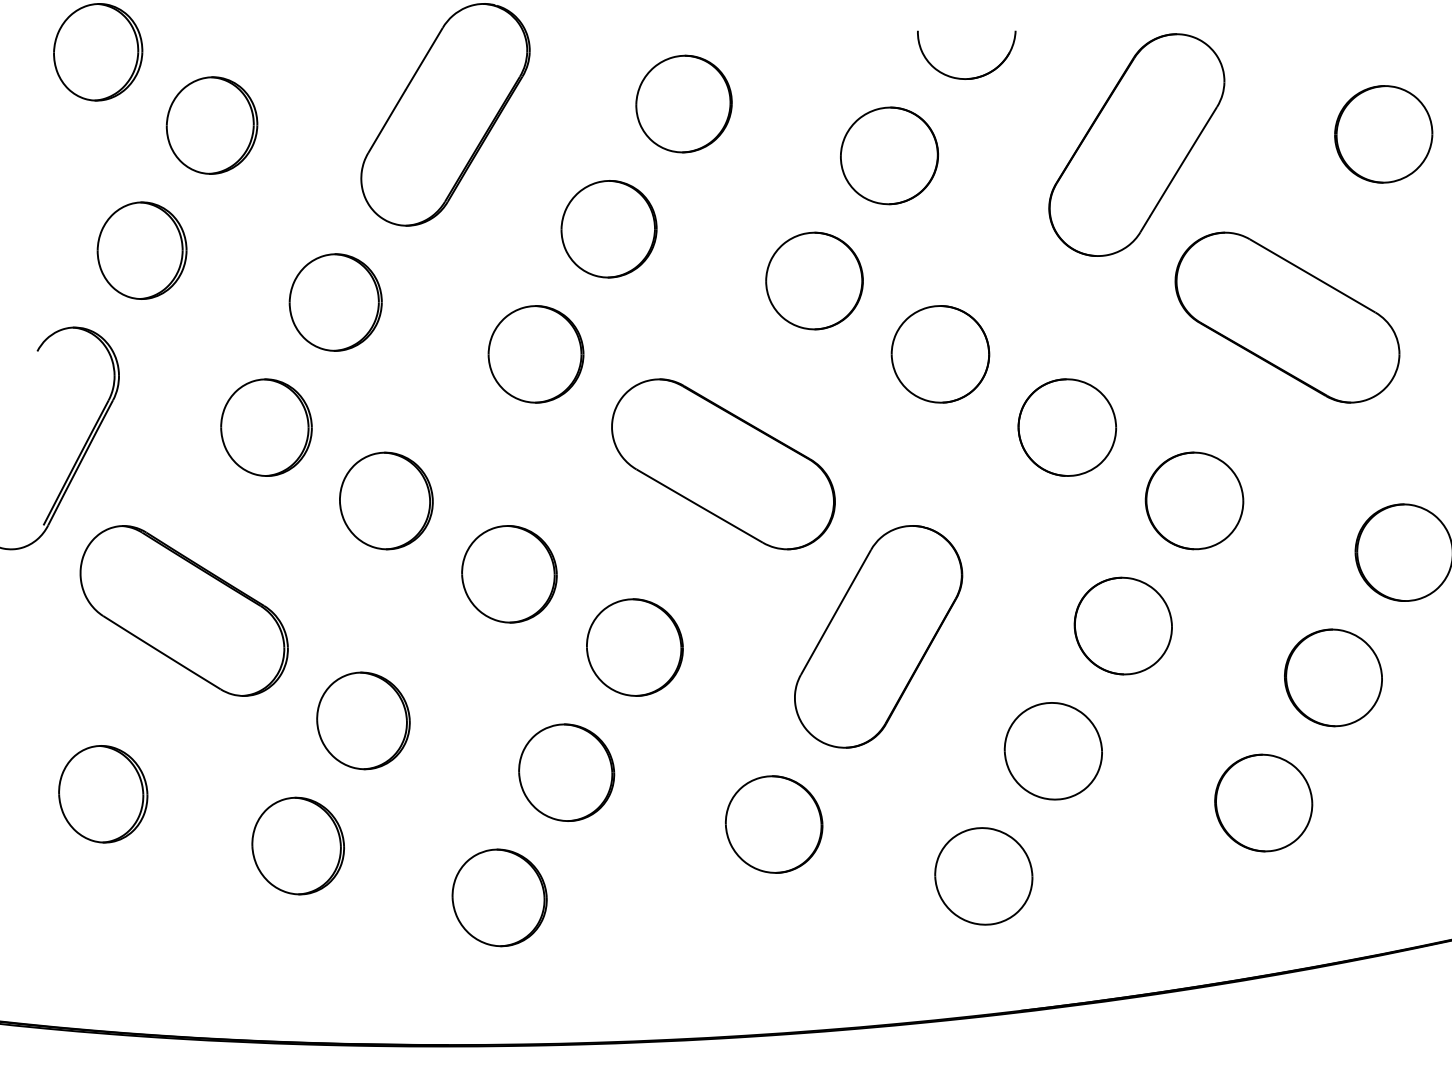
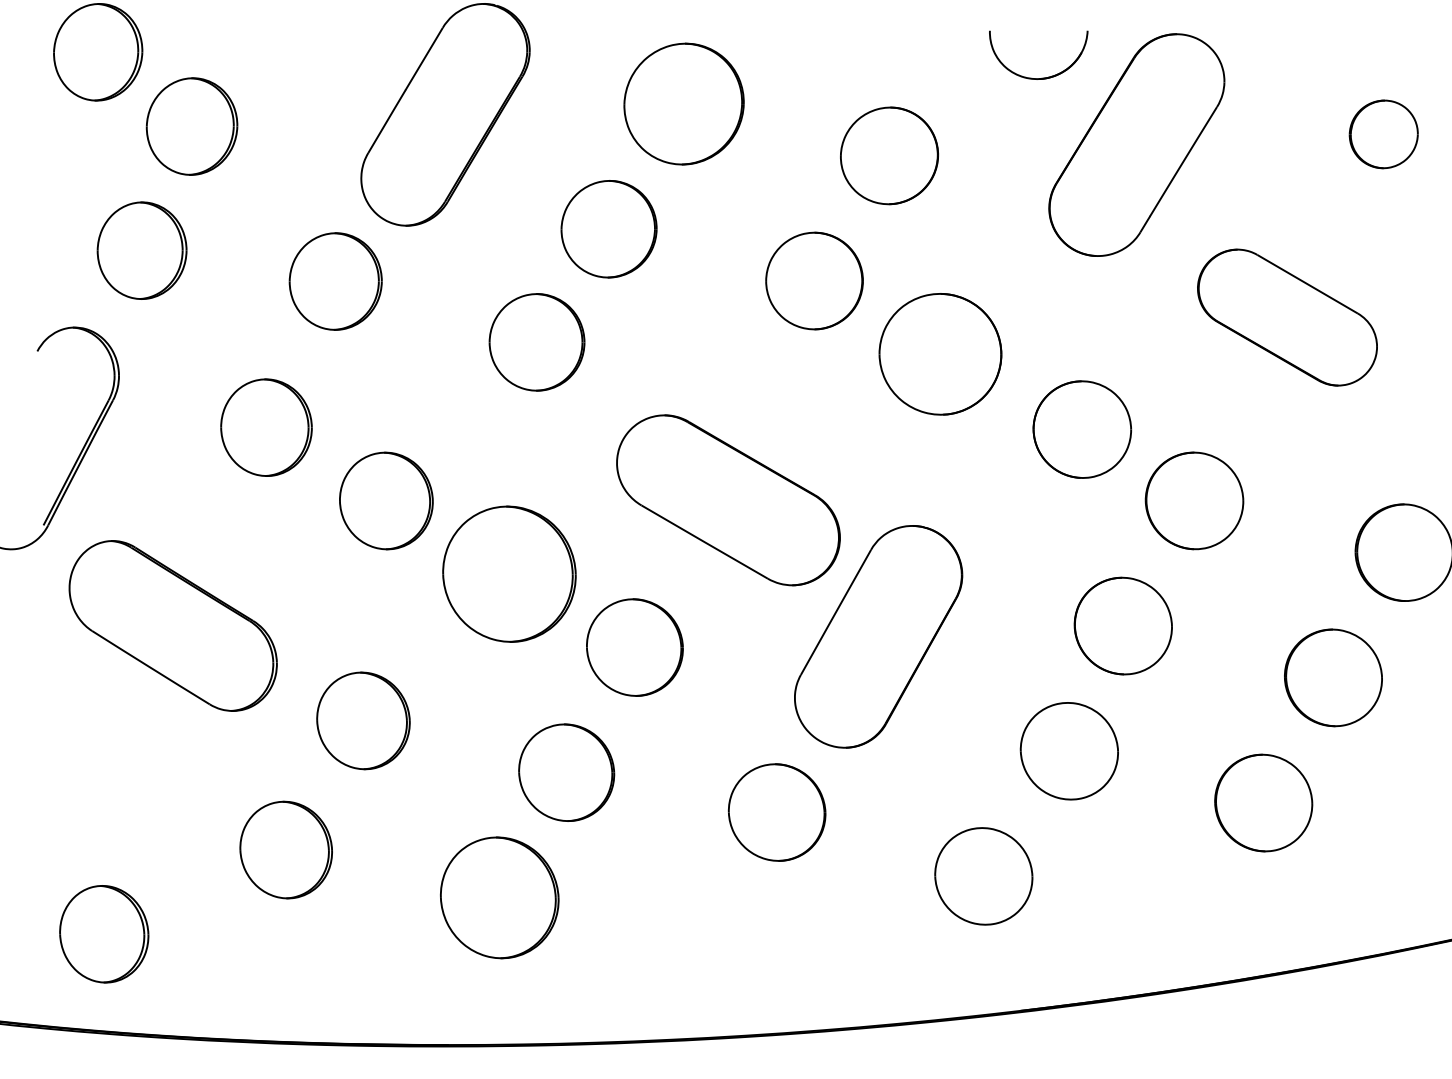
part at (970, 77) position: (970, 77) -> (1042, 77)
part at (683, 103) size: 98x100 px -> 122x124 px
part at (211, 125) position: (211, 125) -> (191, 126)
part at (1383, 134) size: 100x99 px -> 71x71 px
part at (335, 302) position: (335, 302) -> (335, 281)
part at (1287, 317) size: 227x173 px -> 181x139 px
part at (535, 354) position: (535, 354) -> (536, 342)
part at (940, 354) size: 101x99 px -> 125x123 px
part at (1066, 427) position: (1066, 427) -> (1081, 429)
part at (723, 464) position: (723, 464) -> (728, 500)
part at (509, 574) size: 97x99 px -> 135x138 px
part at (183, 610) position: (183, 610) -> (172, 625)
part at (1052, 751) position: (1052, 751) -> (1068, 751)
part at (103, 794) position: (103, 794) -> (104, 934)
part at (773, 824) position: (773, 824) -> (776, 812)
part at (297, 845) position: (297, 845) -> (285, 849)
part at (499, 897) size: 97x100 px -> 120x124 px
